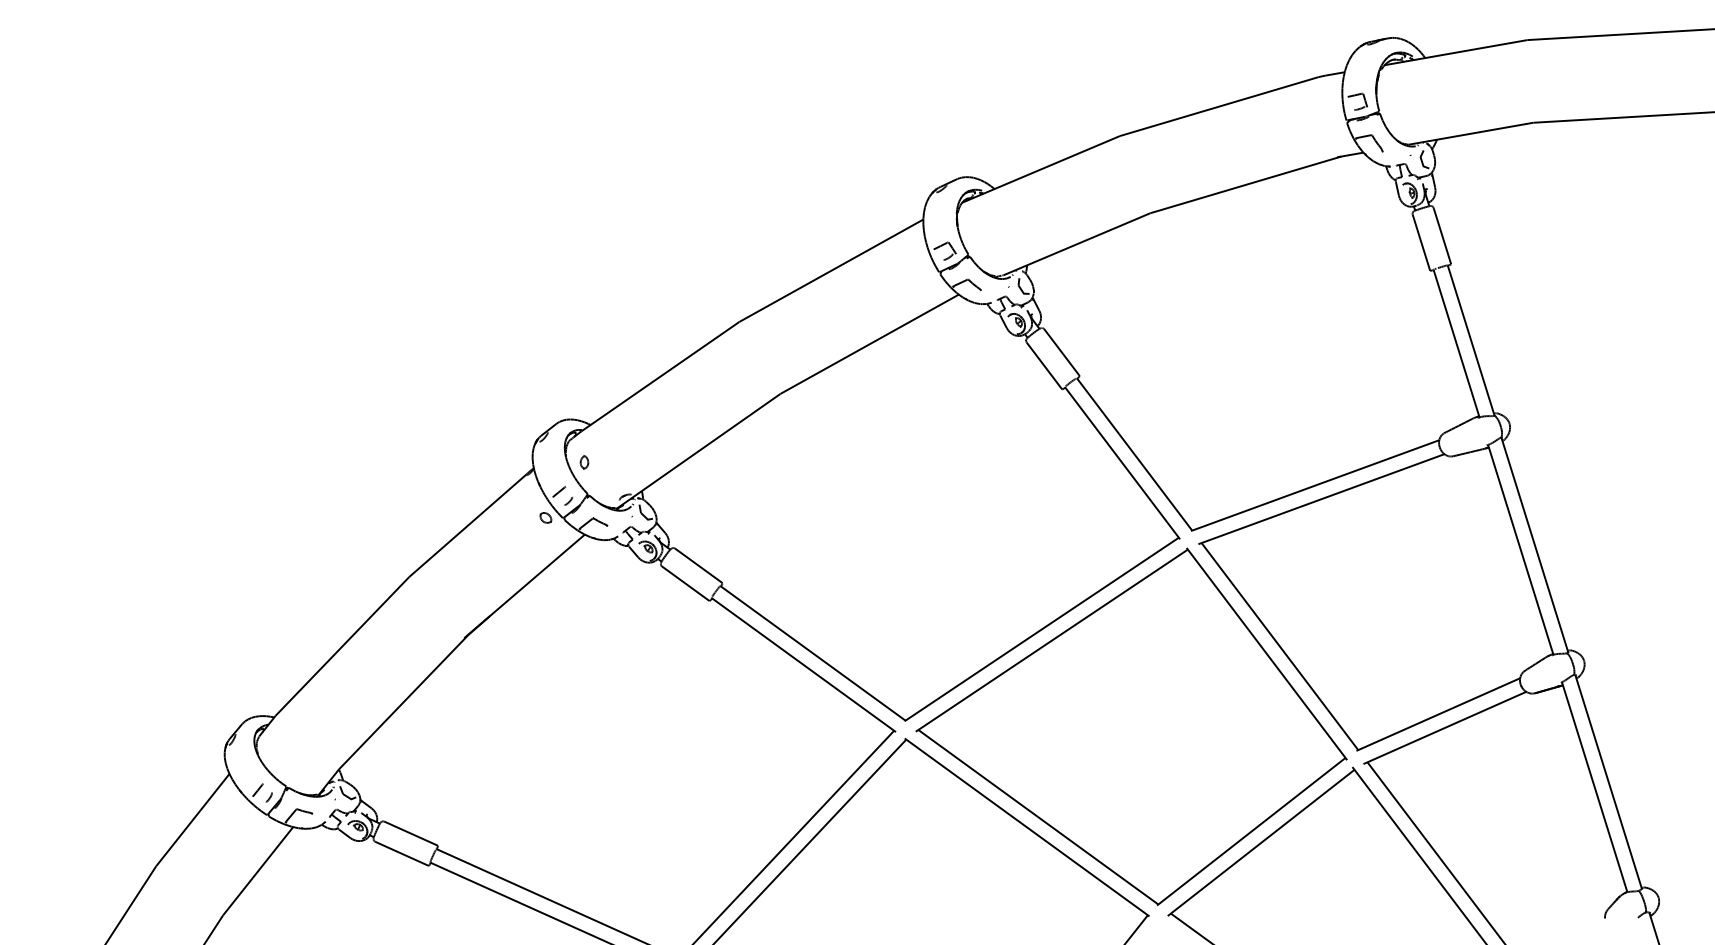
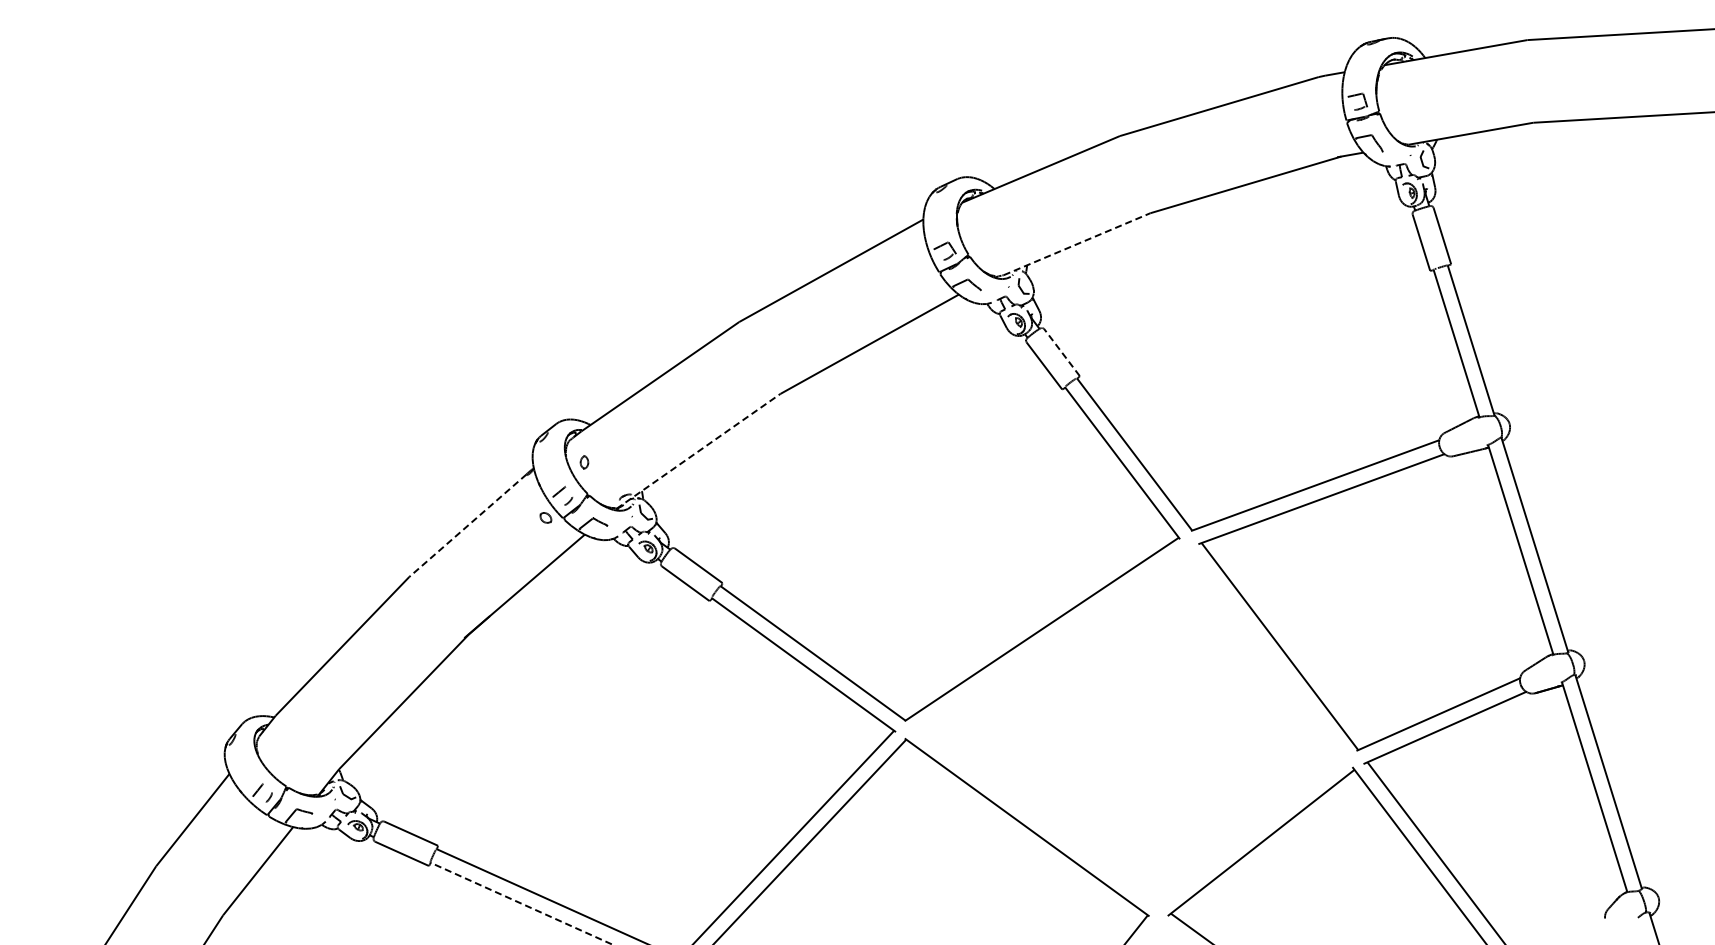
line at (1077, 244): solid -> dashed
line at (1061, 352): solid -> dashed
line at (698, 451): solid -> dashed
line at (467, 525): solid -> dashed
part at (1131, 726): present -> none
line at (521, 903): solid -> dashed
